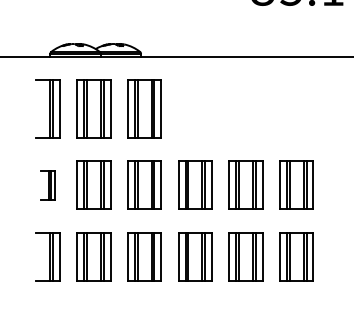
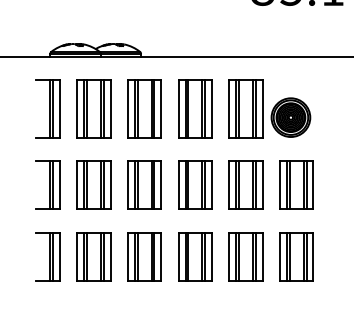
part at (195, 108): none -> present
part at (269, 108): none -> present
part at (47, 185) size: 16x31 px -> 26x50 px
